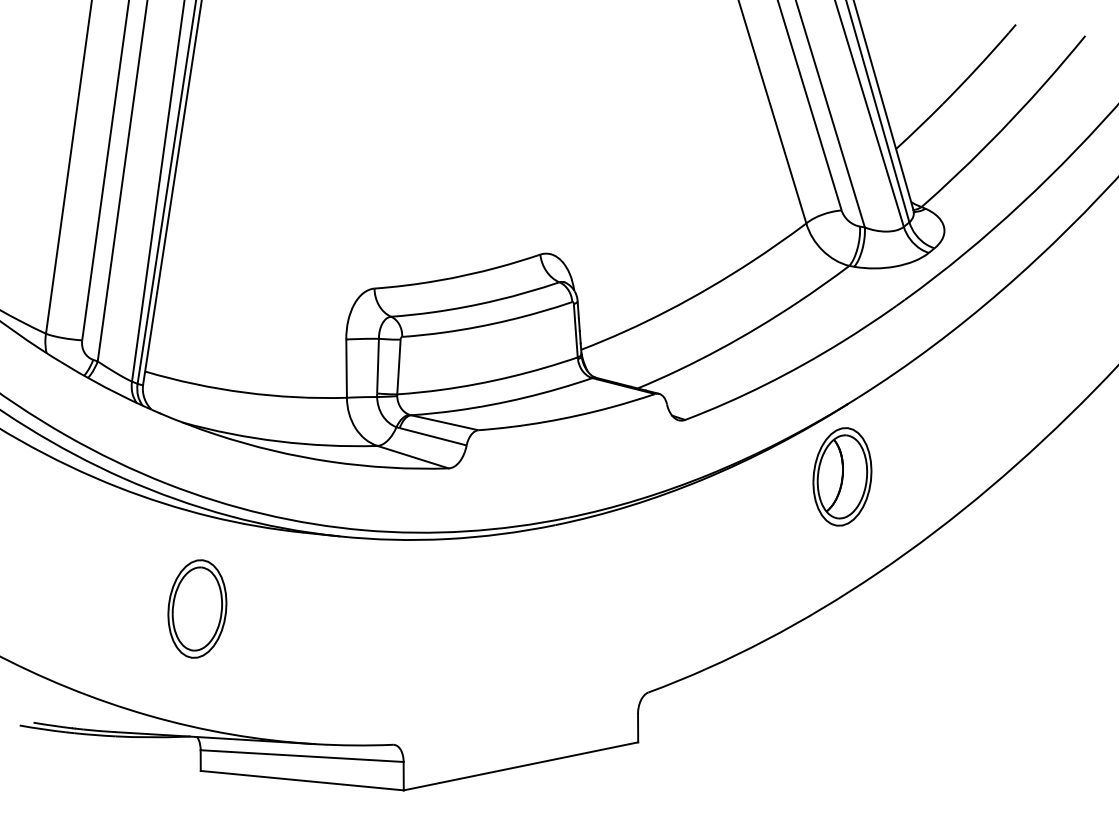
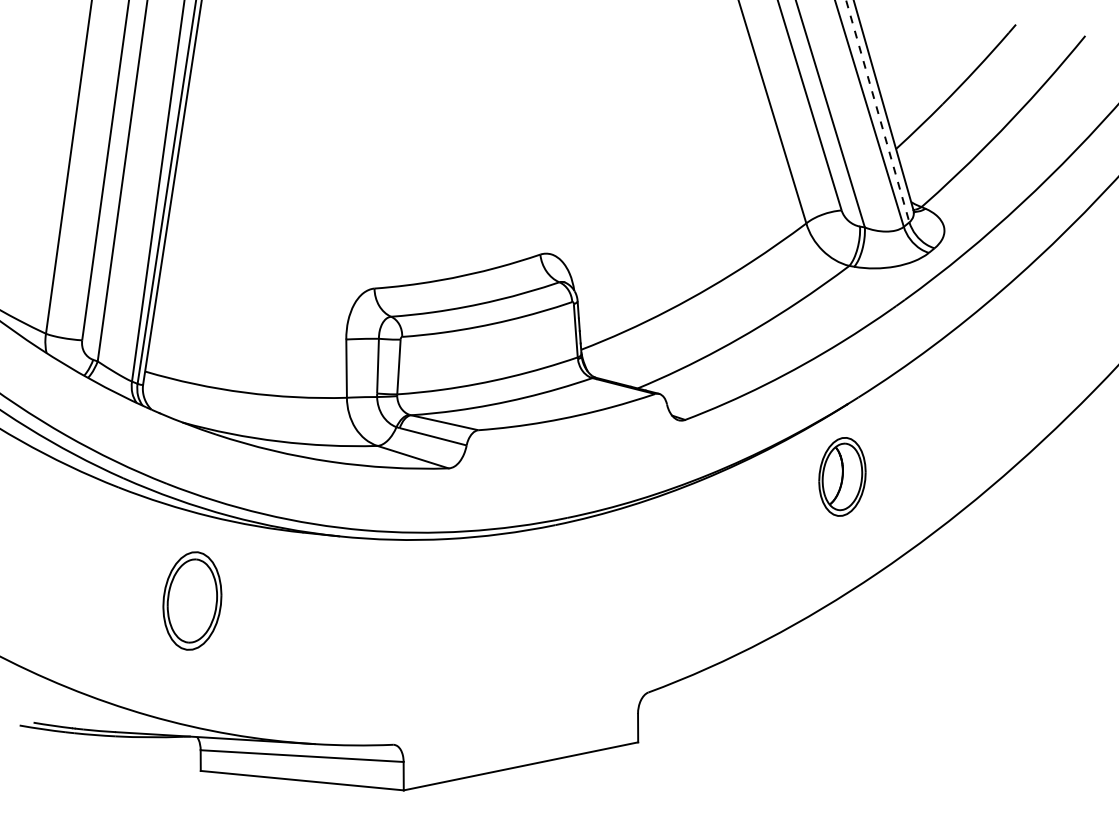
line at (877, 111): solid -> dashed
part at (842, 476) size: 61x100 px -> 49x80 px
part at (197, 608) position: (197, 608) -> (192, 600)
